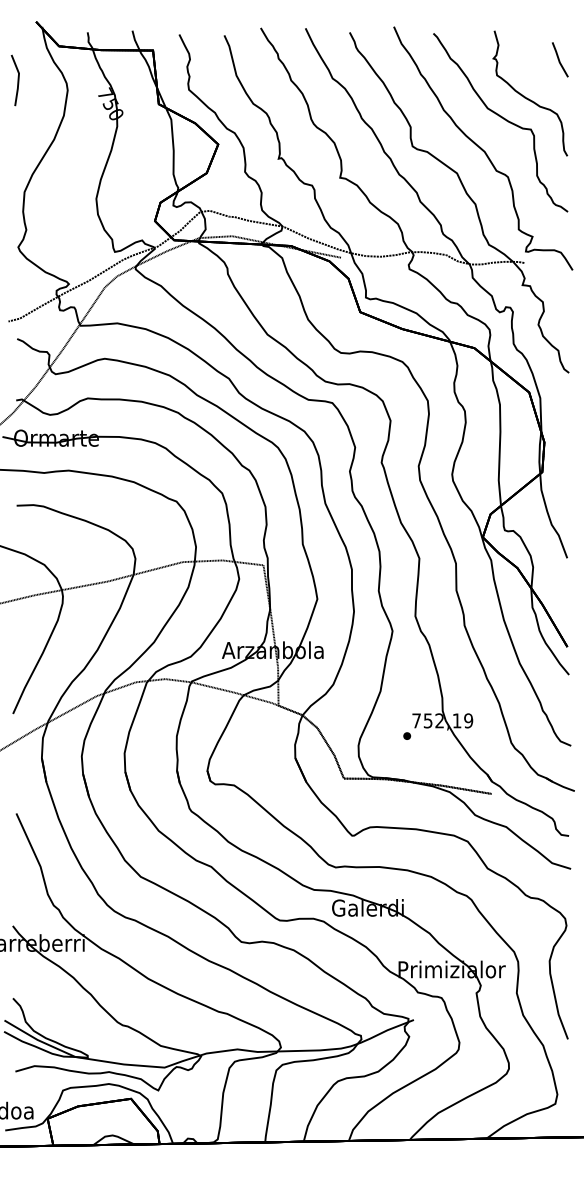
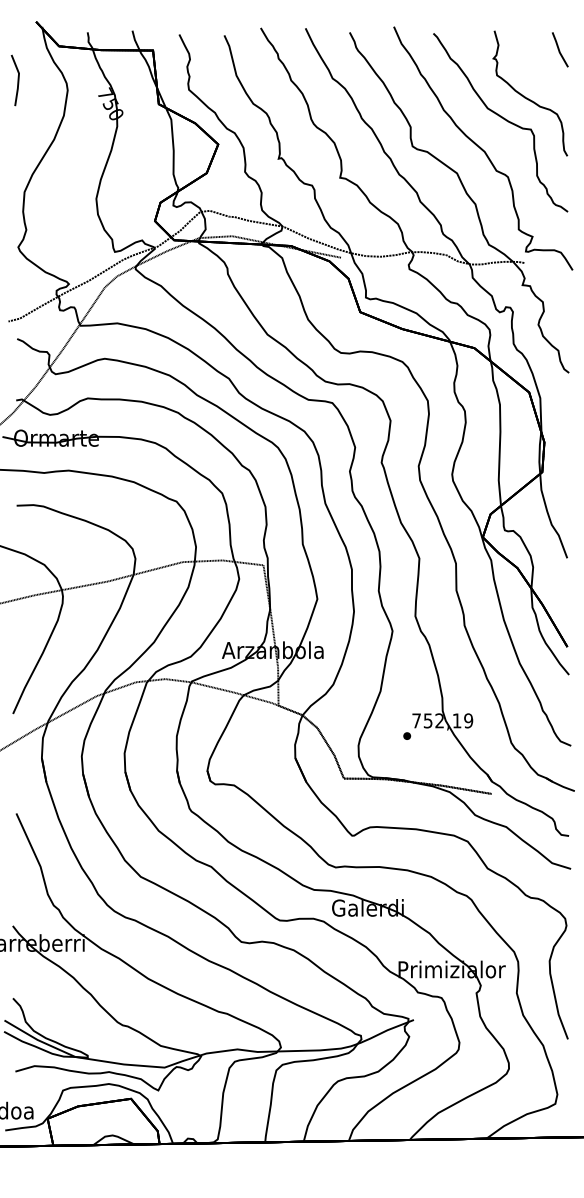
line at (559, 59) position: (559, 59) -> (559, 49)
